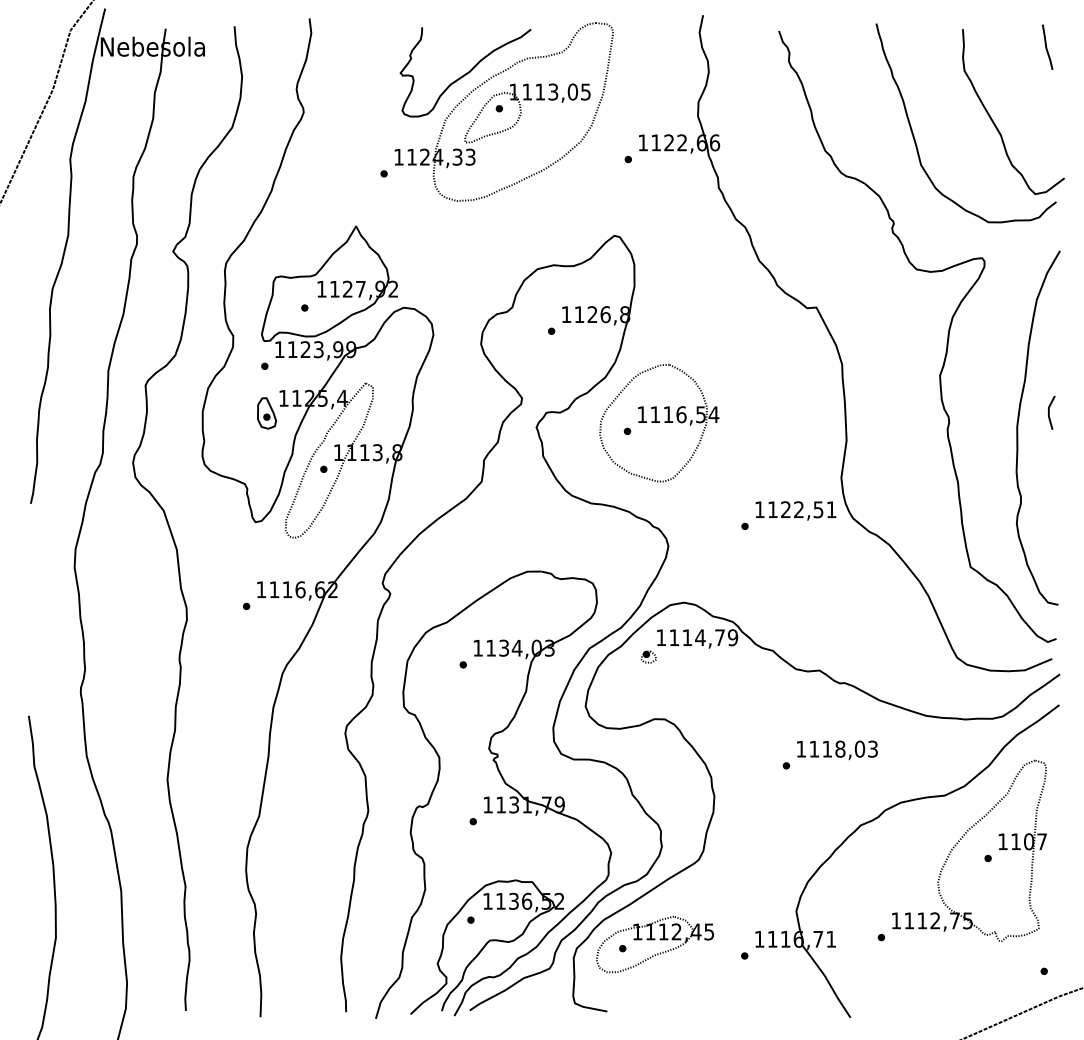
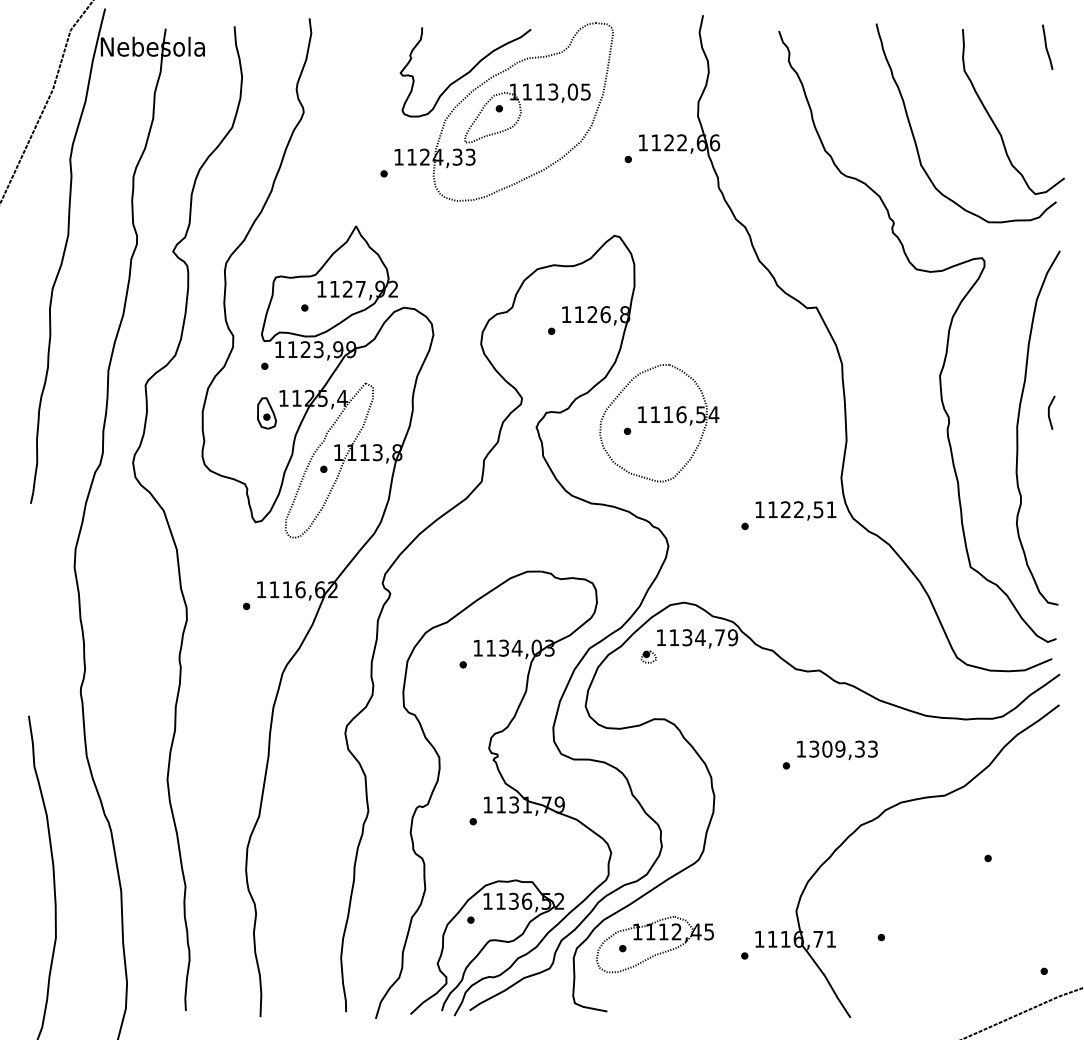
text at (687, 637): 1114,79 -> 1134,79
text at (837, 748): 1118,03 -> 1309,33
part at (958, 843): present -> none
